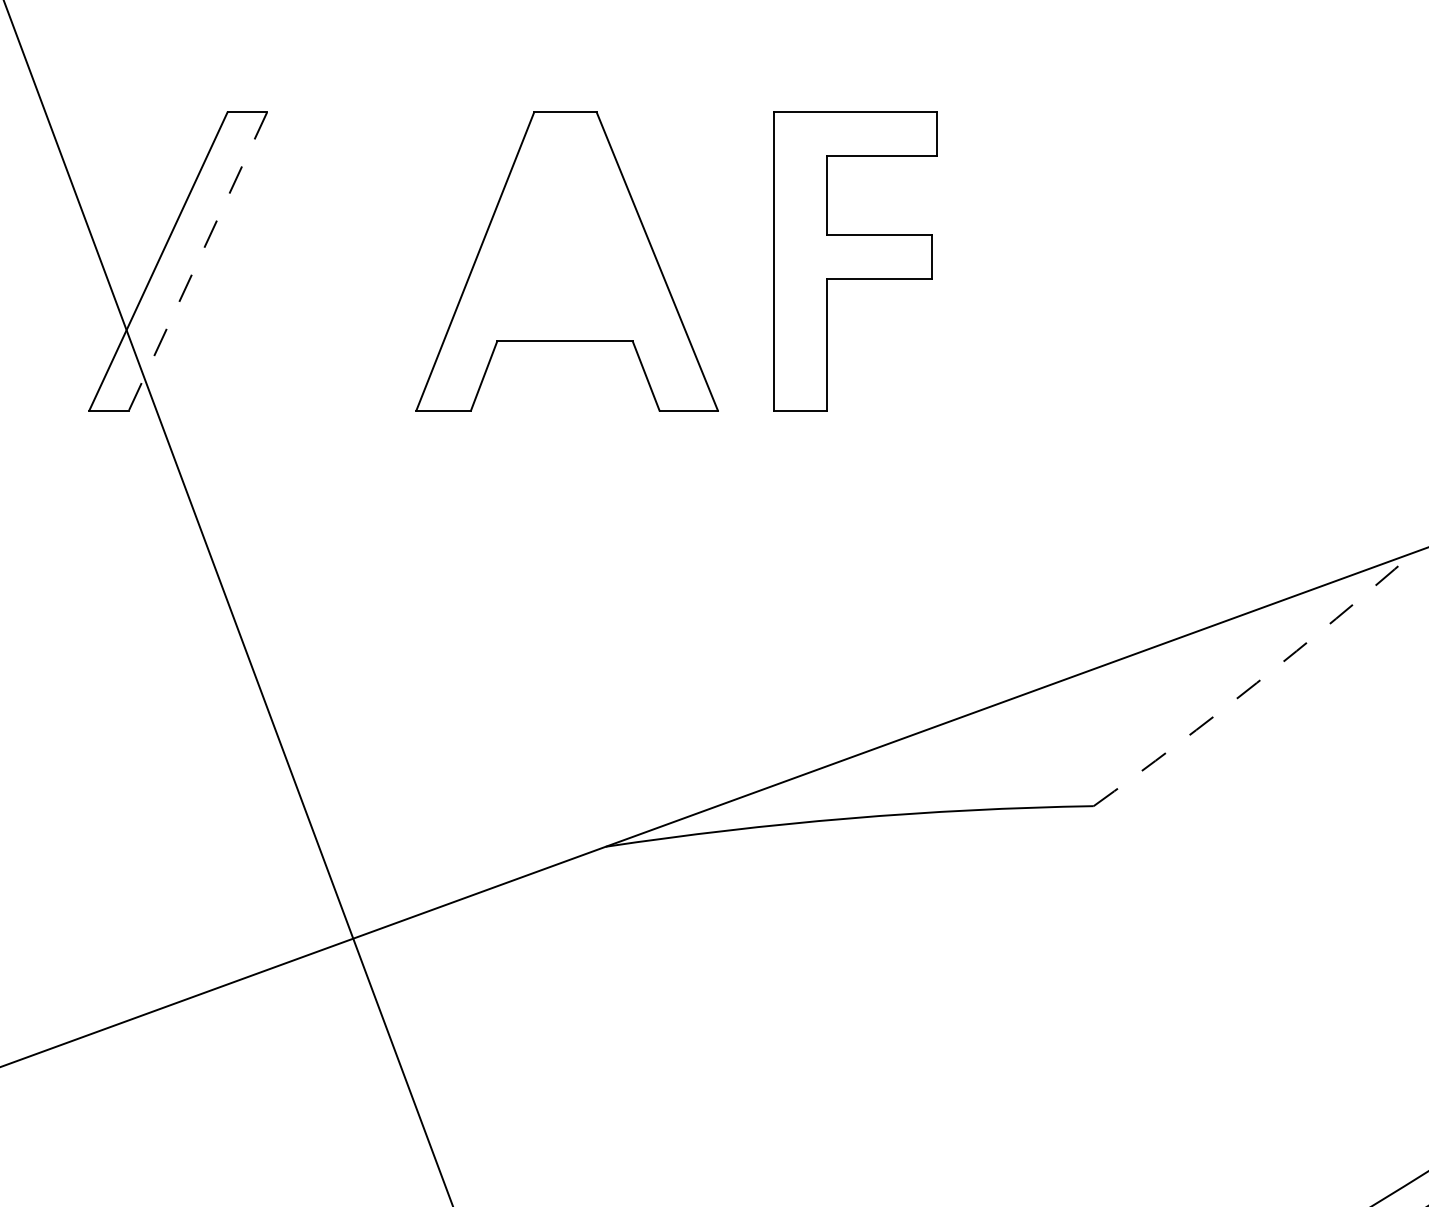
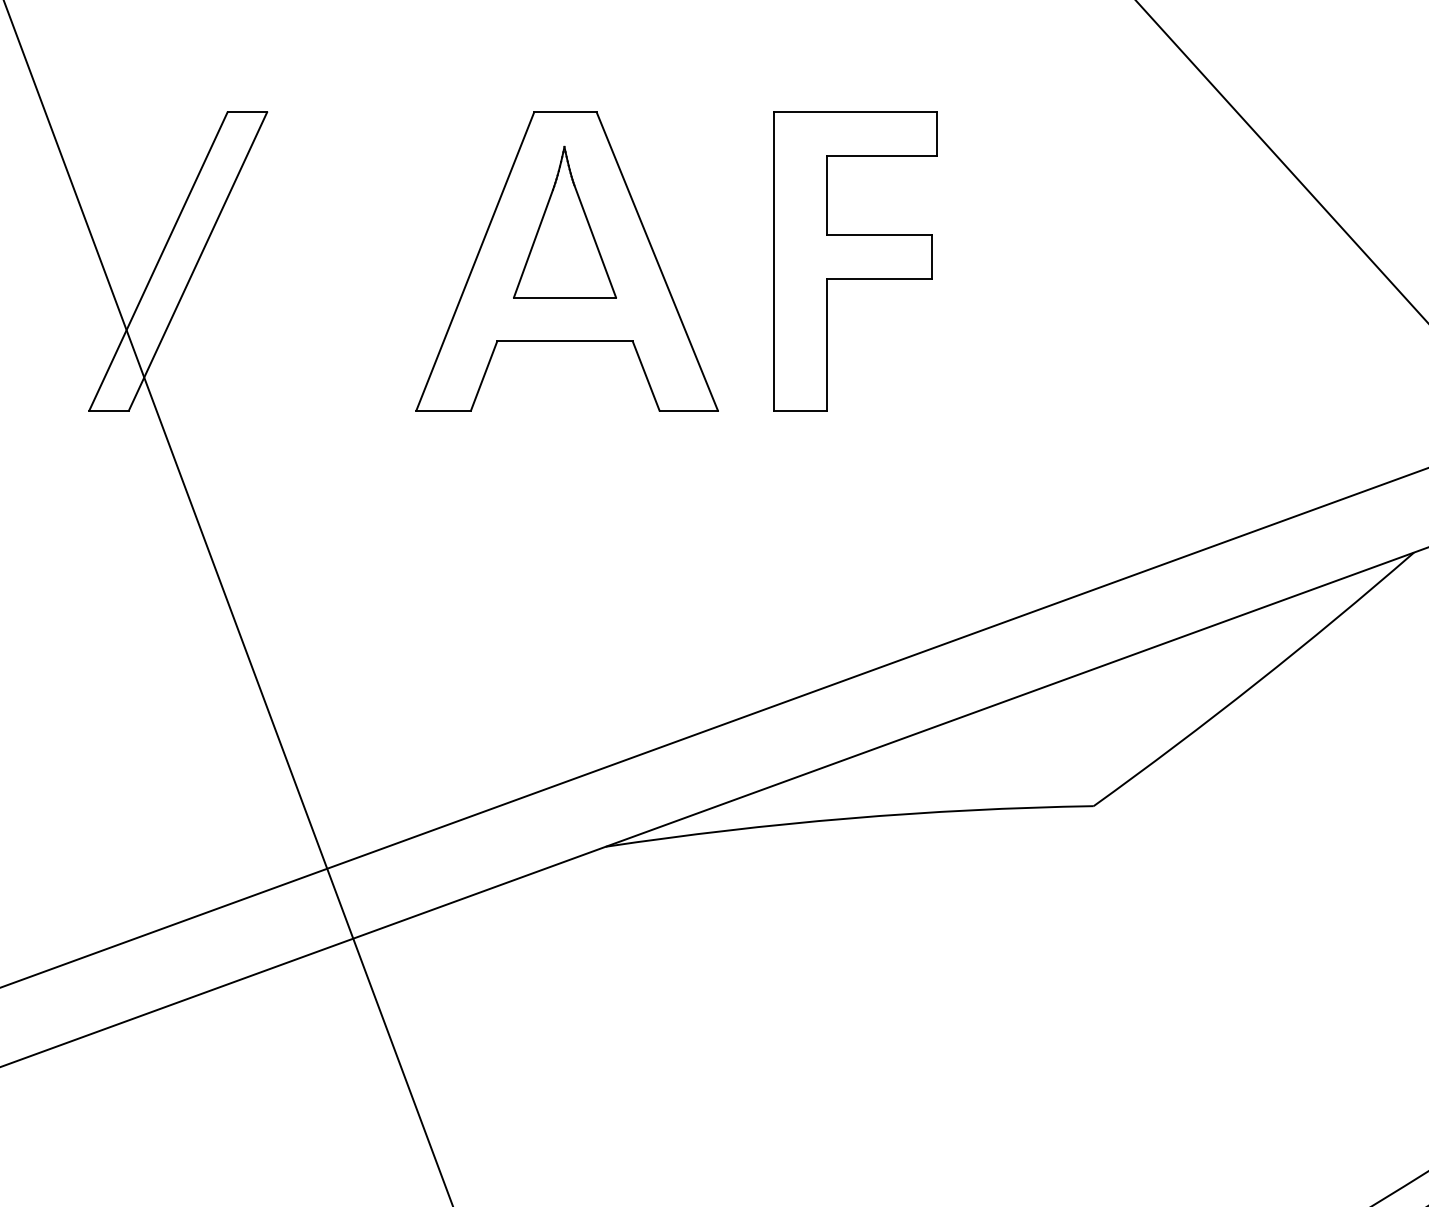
line at (1281, 161): none -> present
part at (564, 221): none -> present
line at (197, 262): dashed -> solid
arc at (1256, 683): dashed -> solid
line at (713, 728): none -> present
